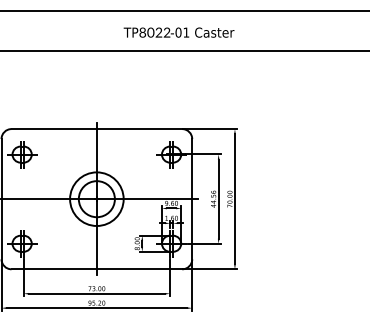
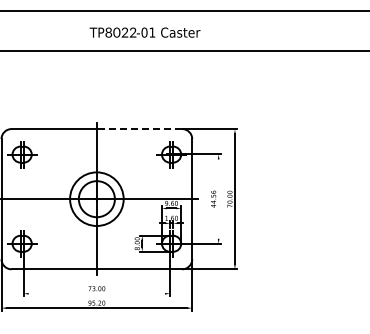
text at (178, 32) position: (178, 32) -> (144, 32)
line at (139, 129): solid -> dashed
line at (218, 198): present -> none
line at (96, 293): present -> none
